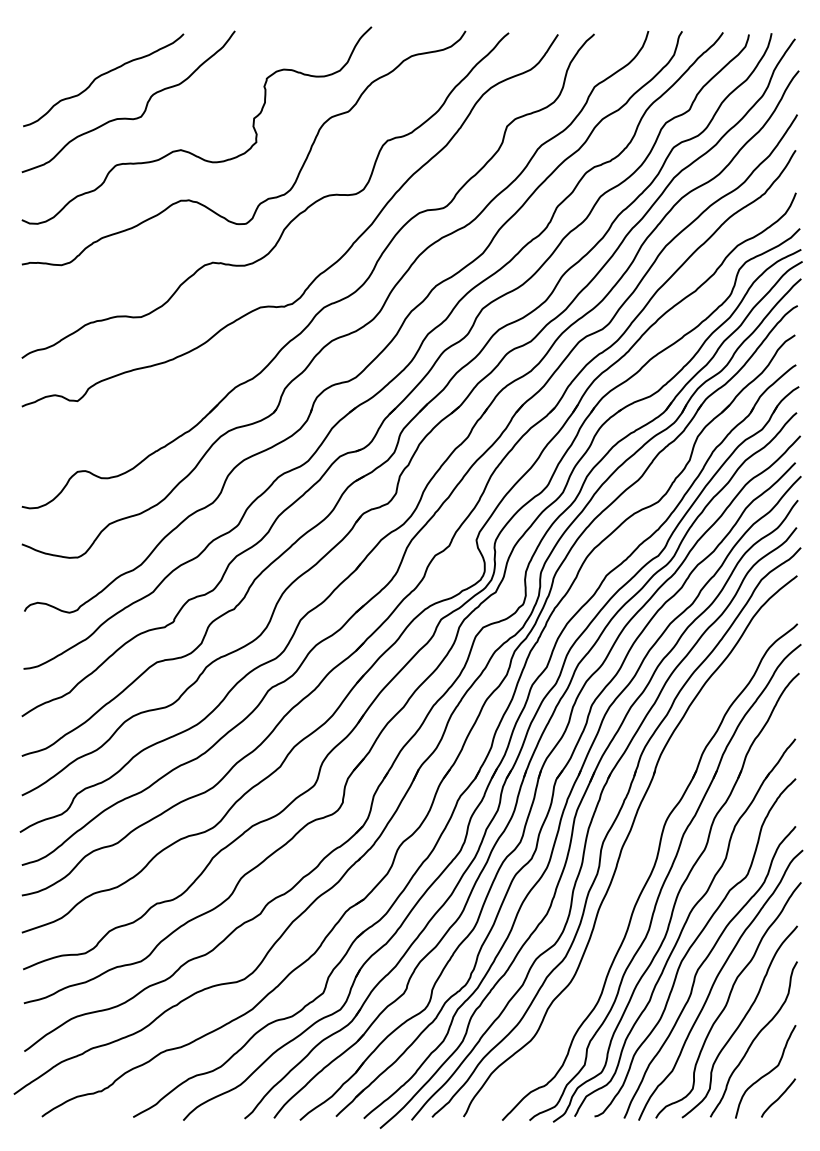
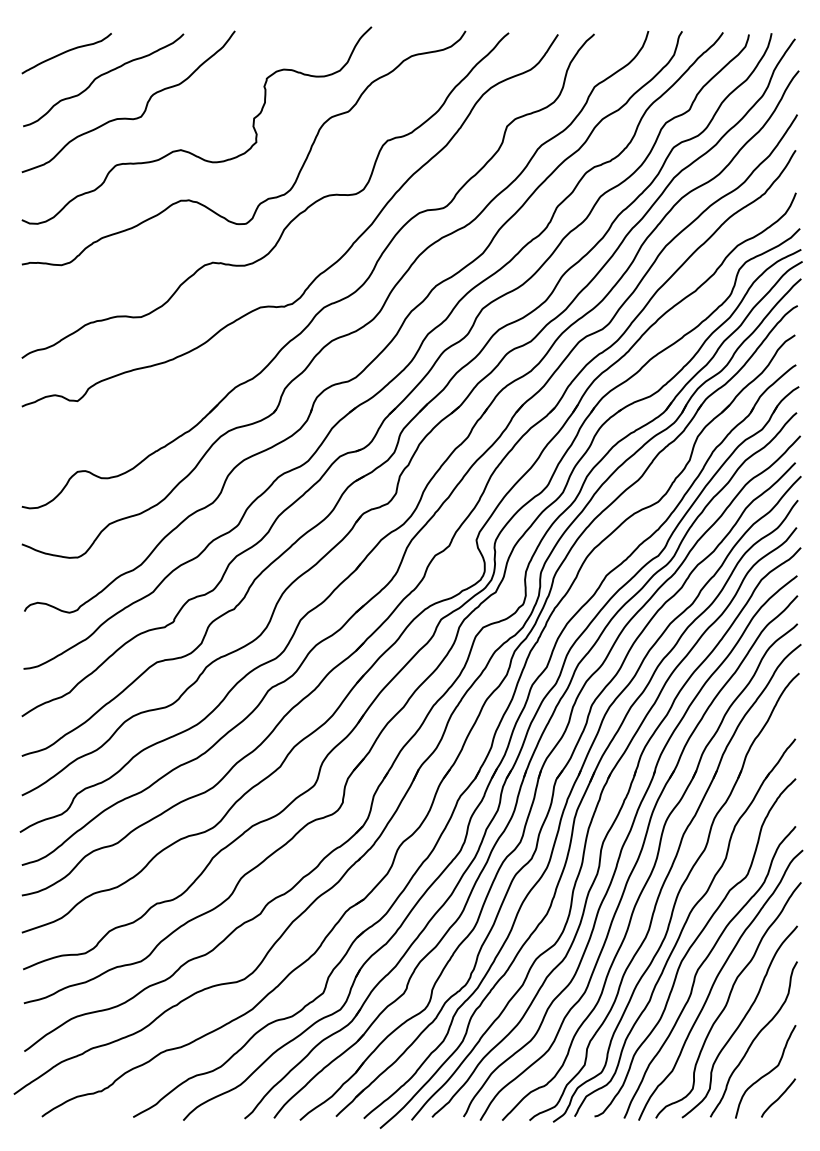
curve at (66, 52): none -> present
part at (638, 857): none -> present
